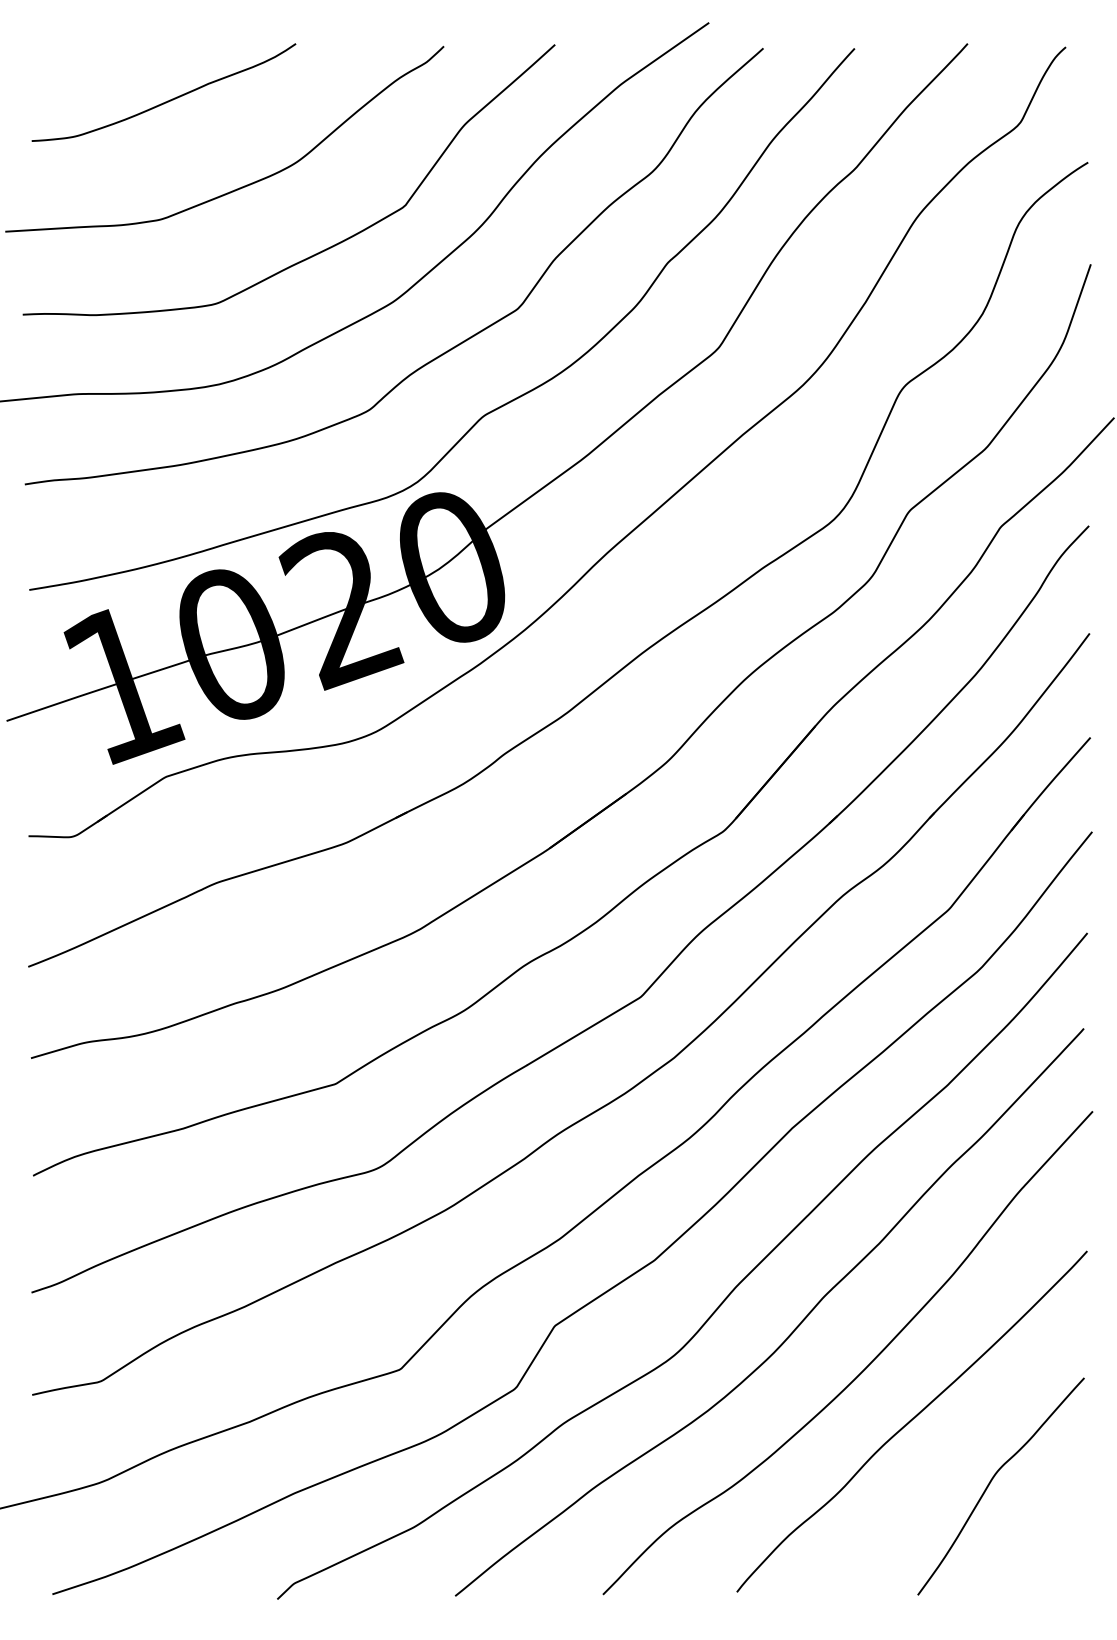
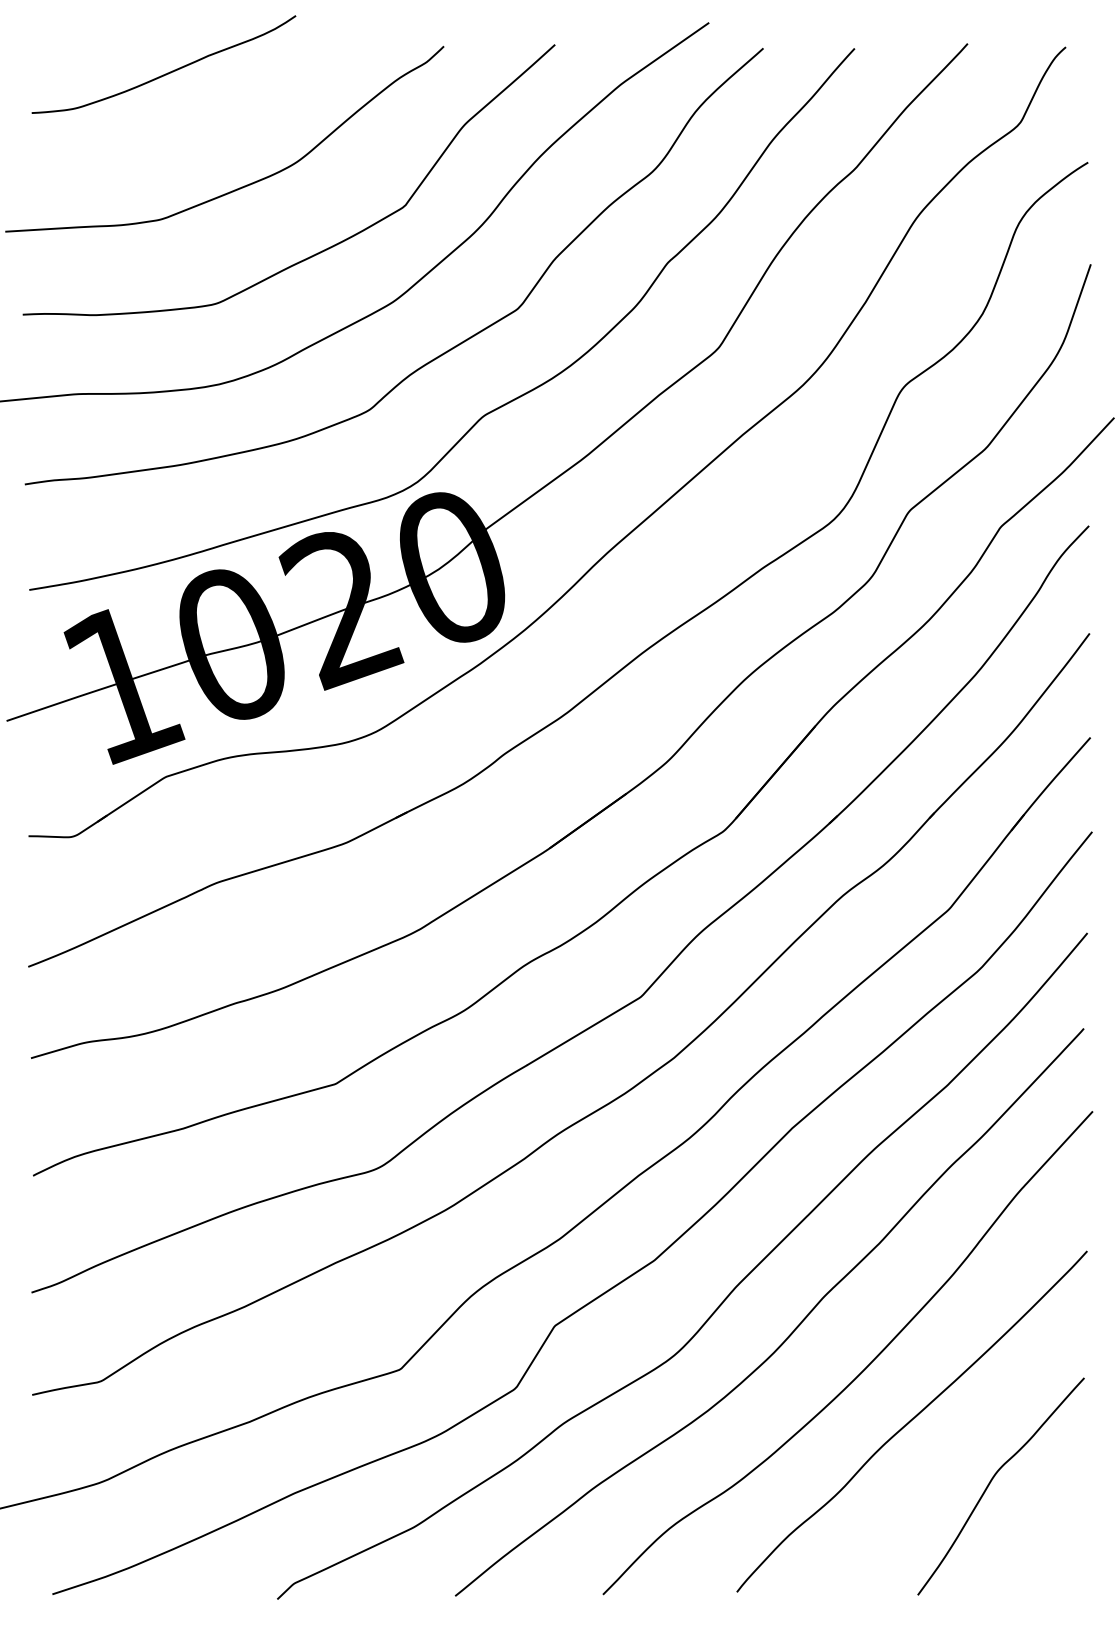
curve at (167, 100) position: (167, 100) -> (167, 72)
